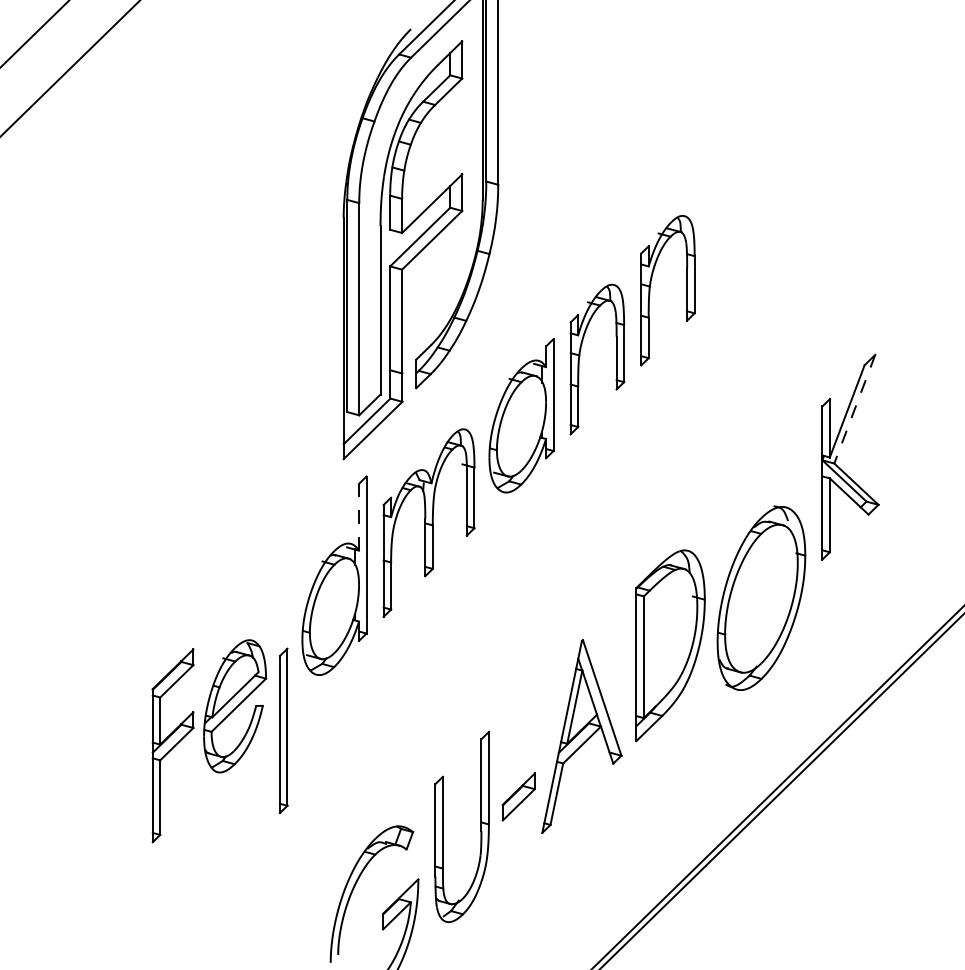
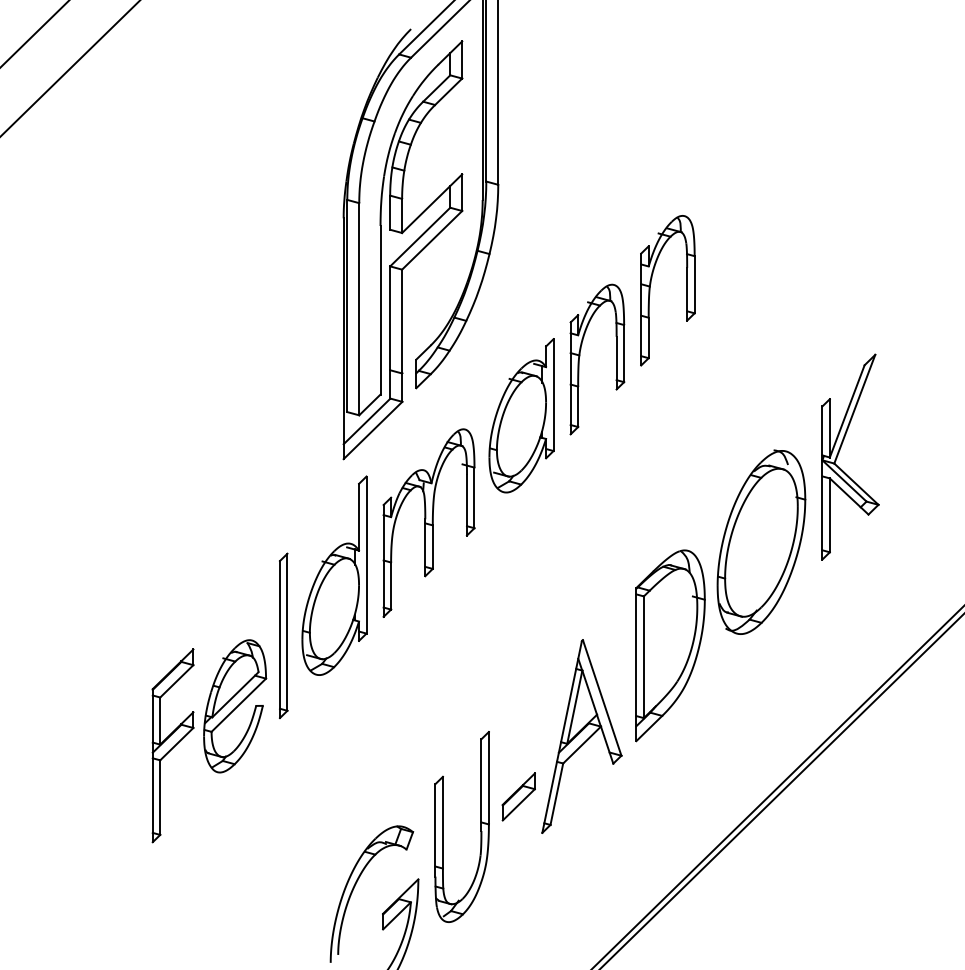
line at (854, 409): dashed -> solid
line at (359, 516): dashed -> solid
part at (761, 597) position: (761, 597) -> (761, 541)
part at (283, 730) position: (283, 730) -> (283, 635)
